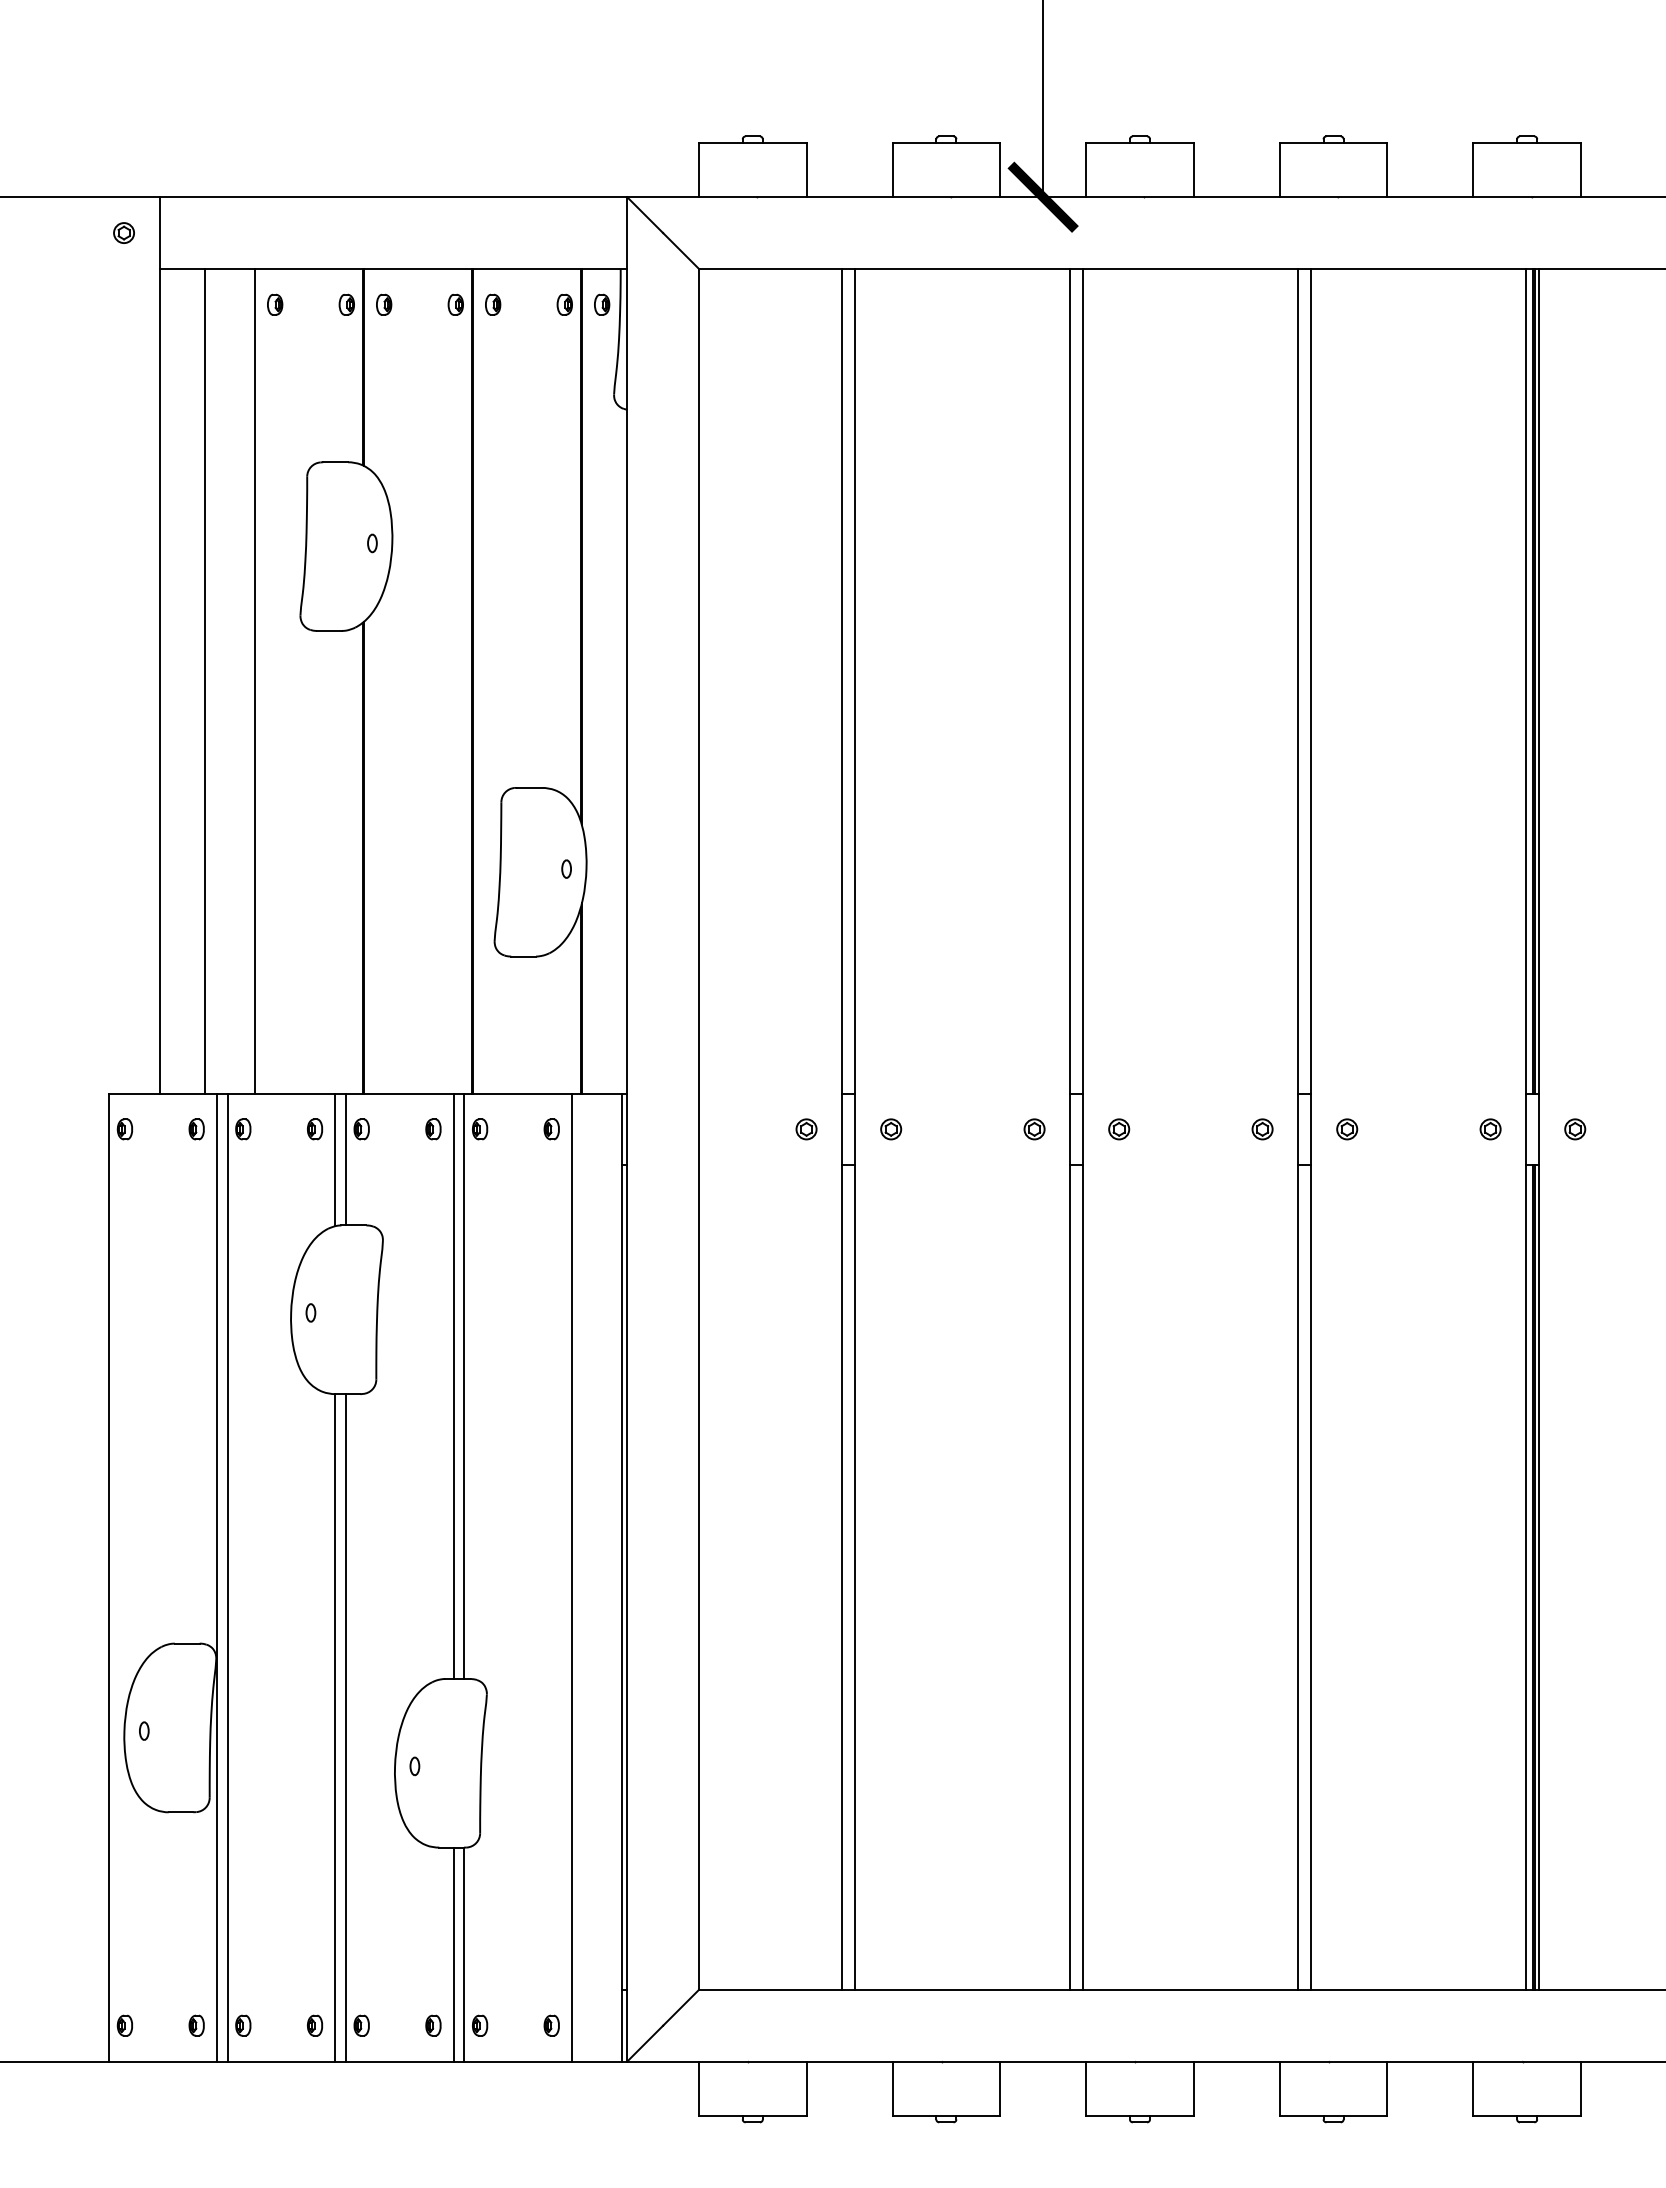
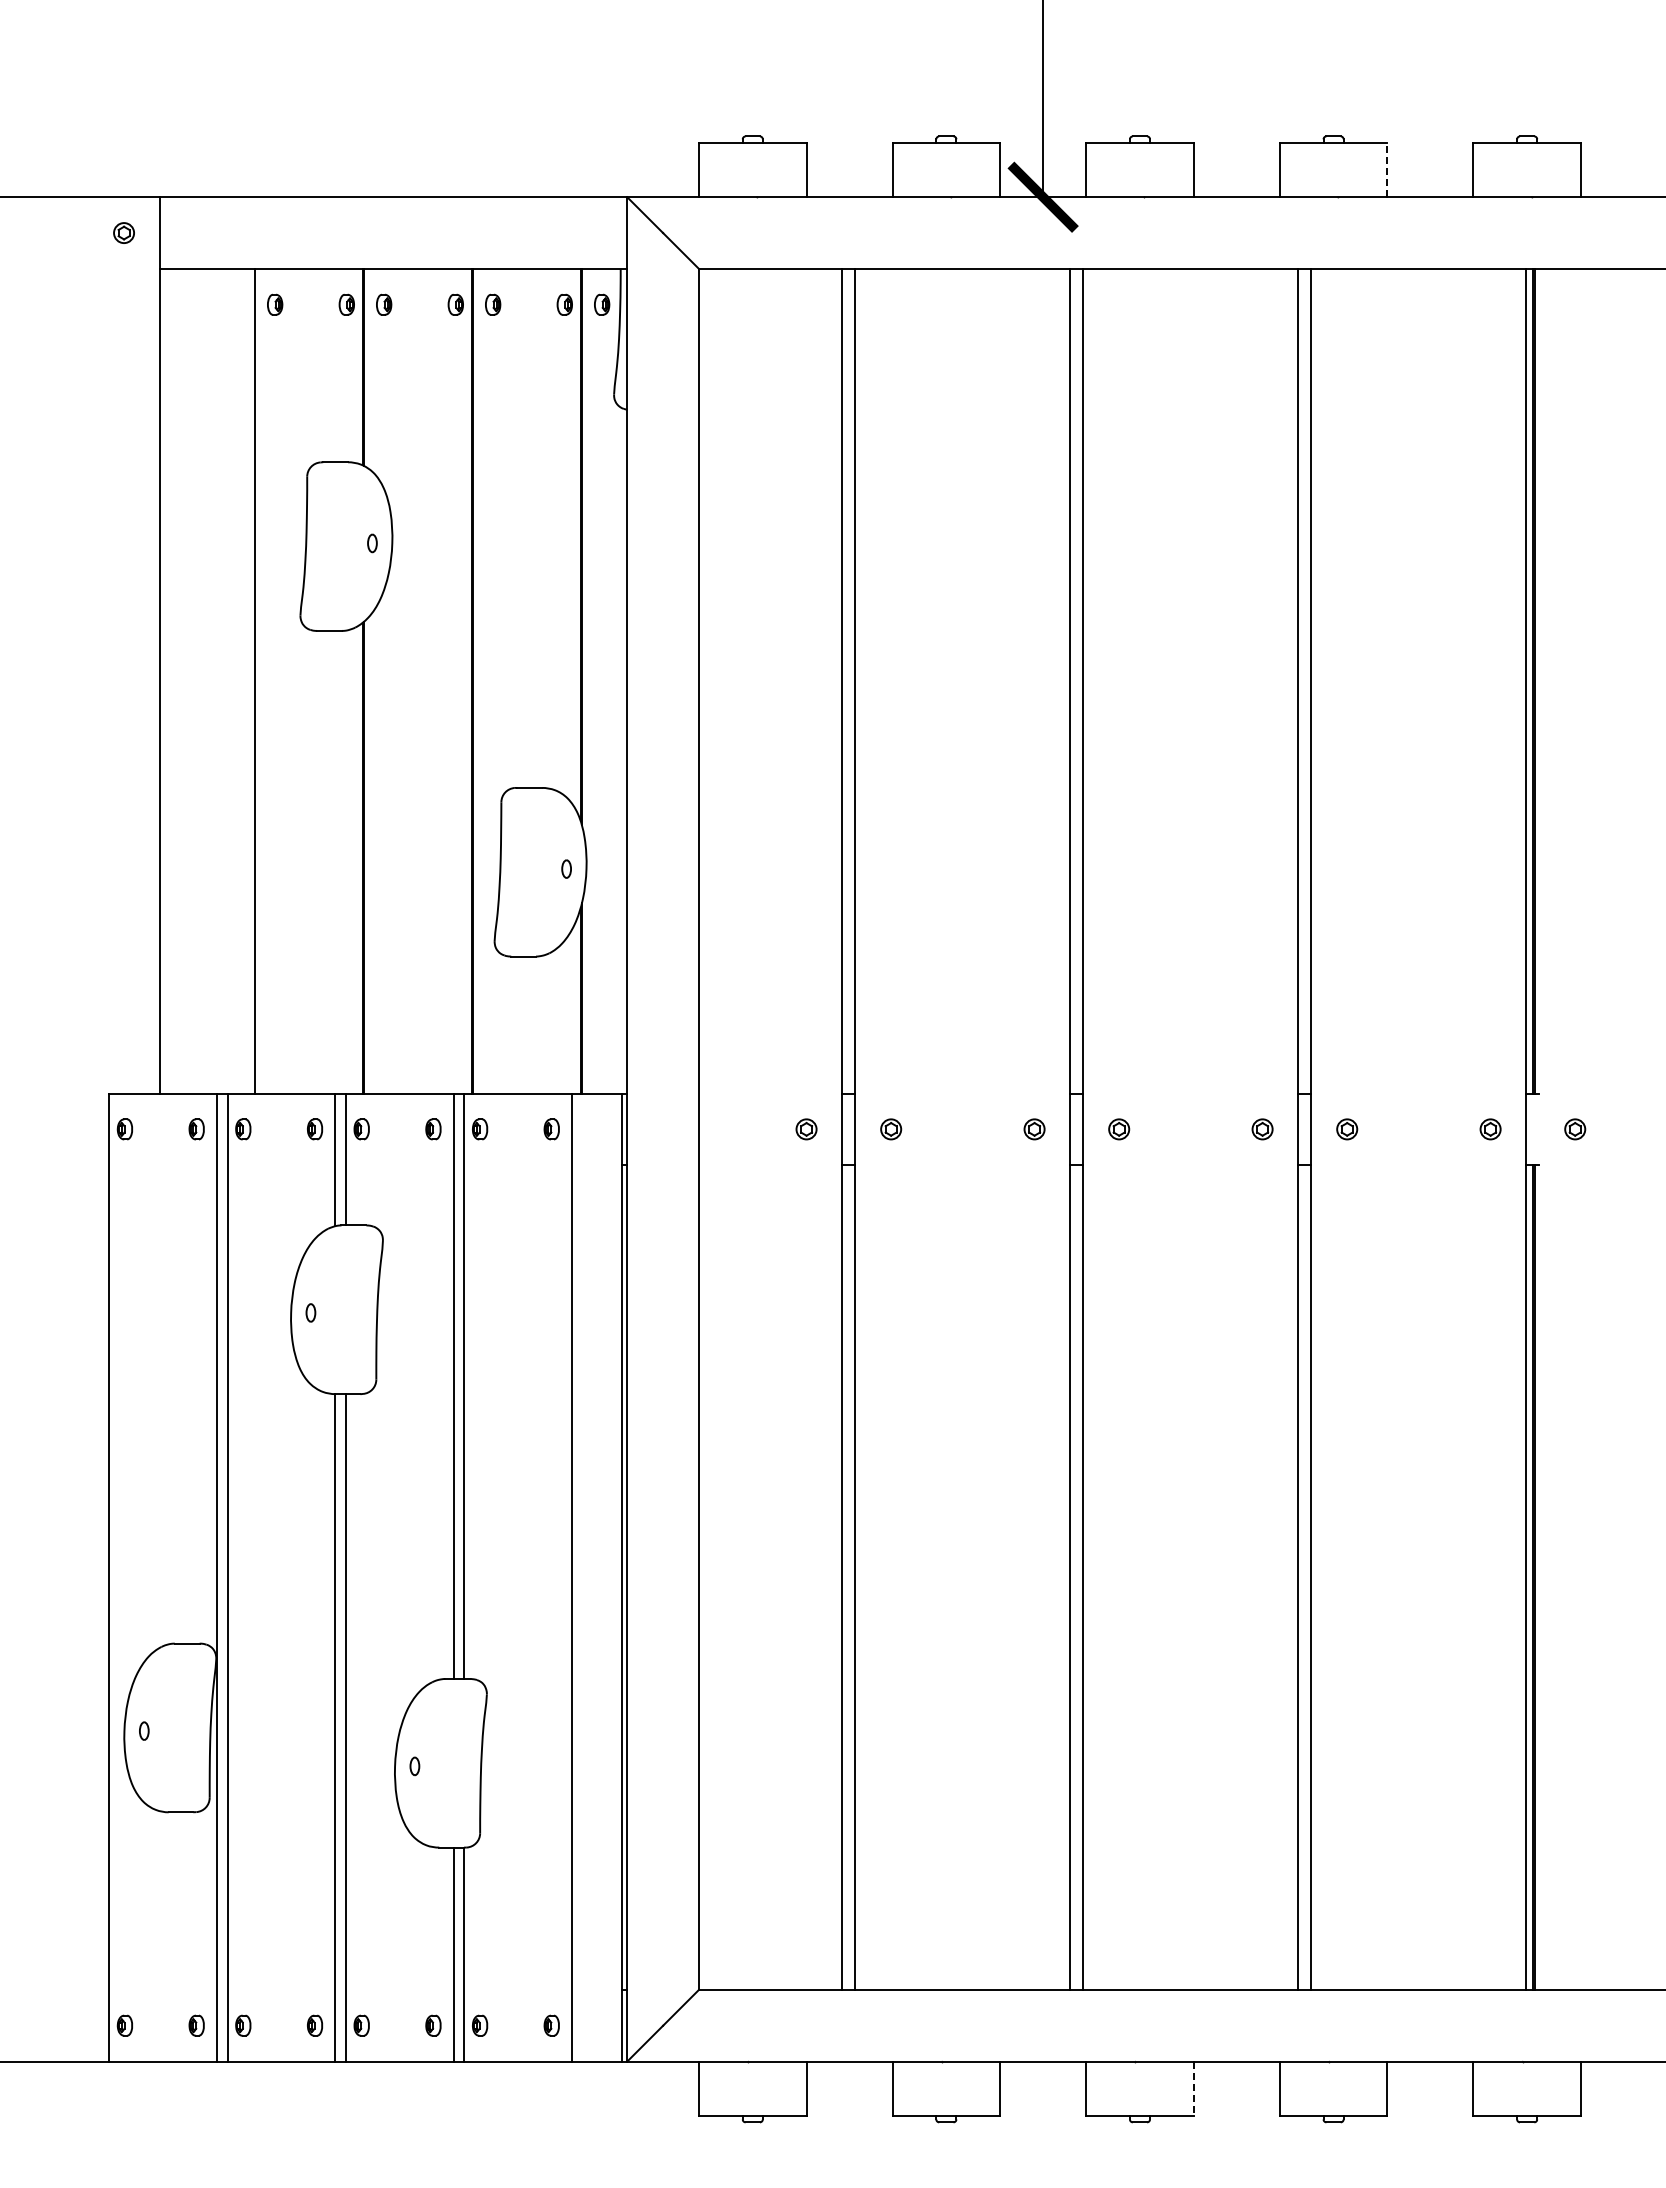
line at (1387, 169): solid -> dashed
line at (205, 680): present -> none
line at (1539, 1128): present -> none
line at (1193, 2089): solid -> dashed
